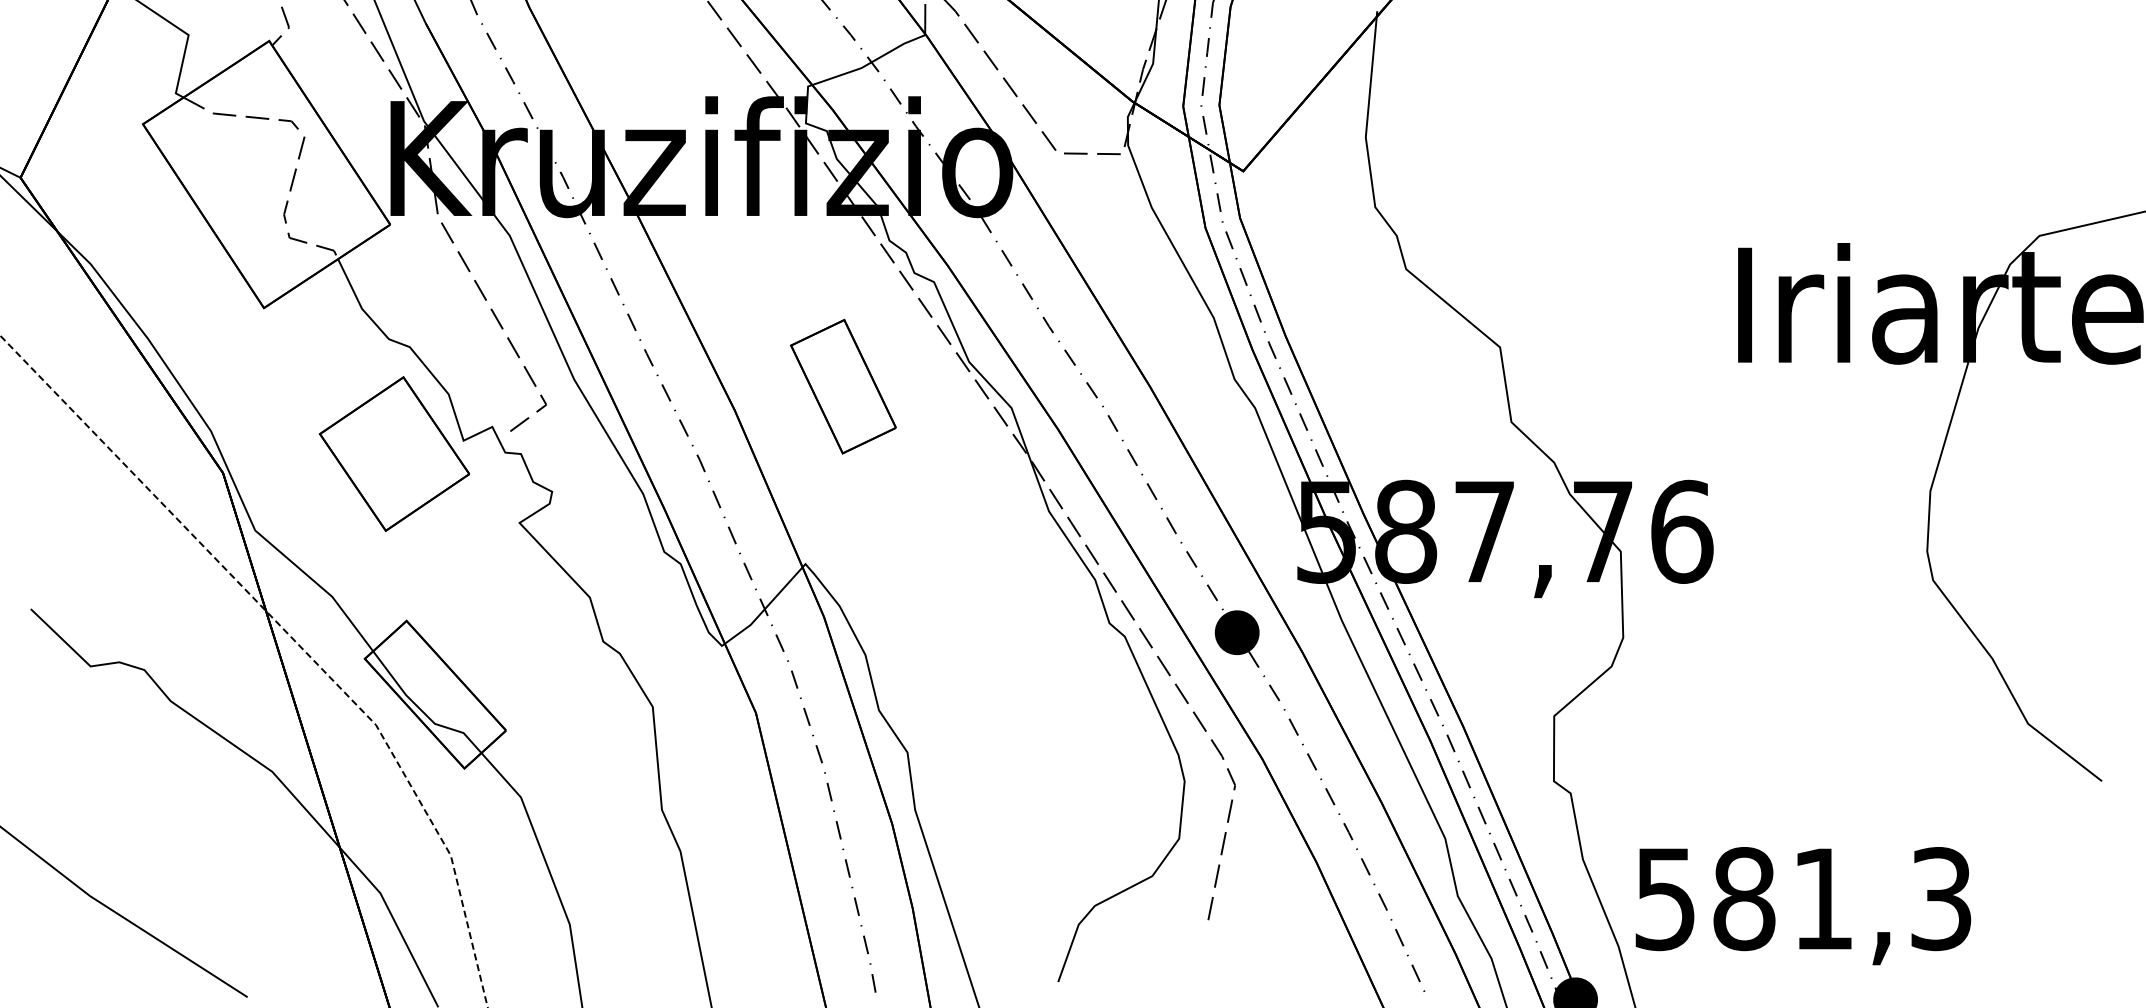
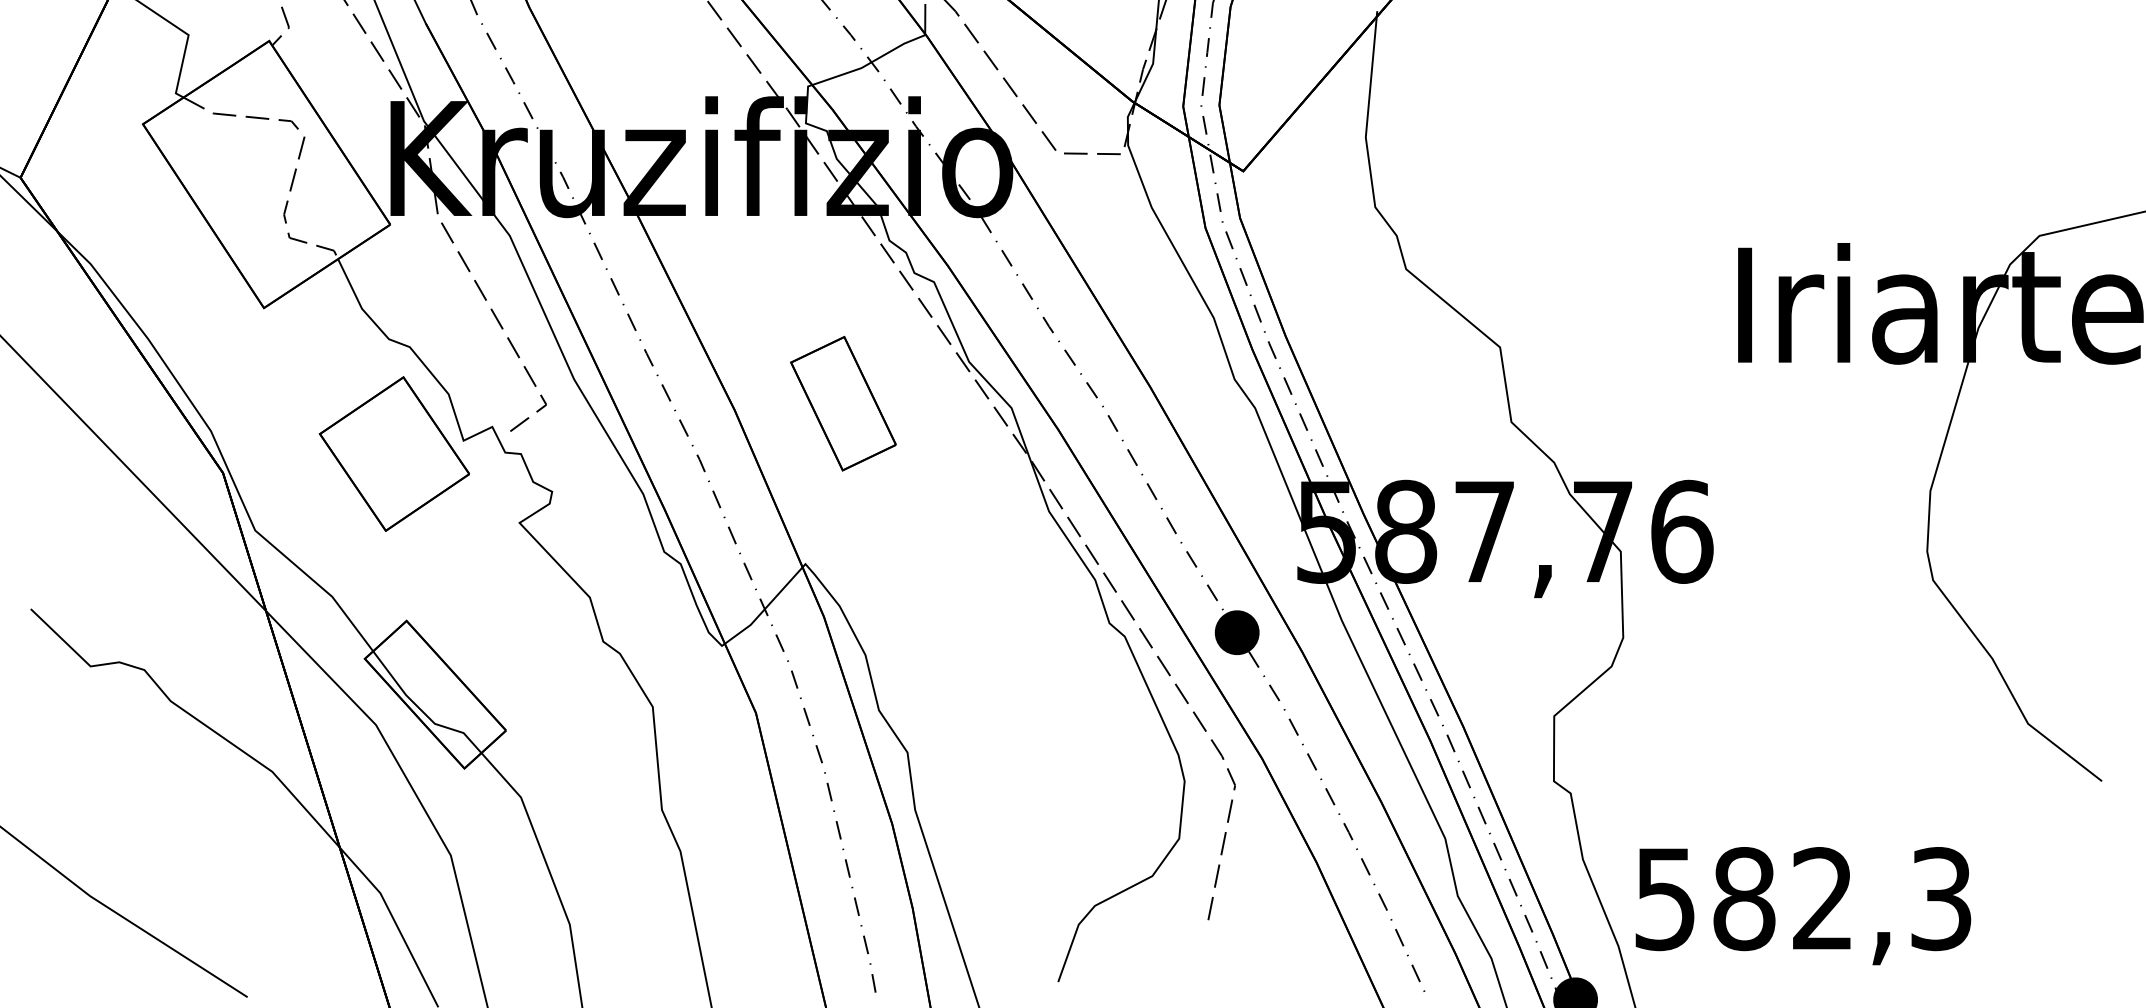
part at (843, 386) position: (843, 386) -> (843, 403)
line at (296, 642): dashed -> solid
text at (1822, 898): 581,3 -> 582,3
